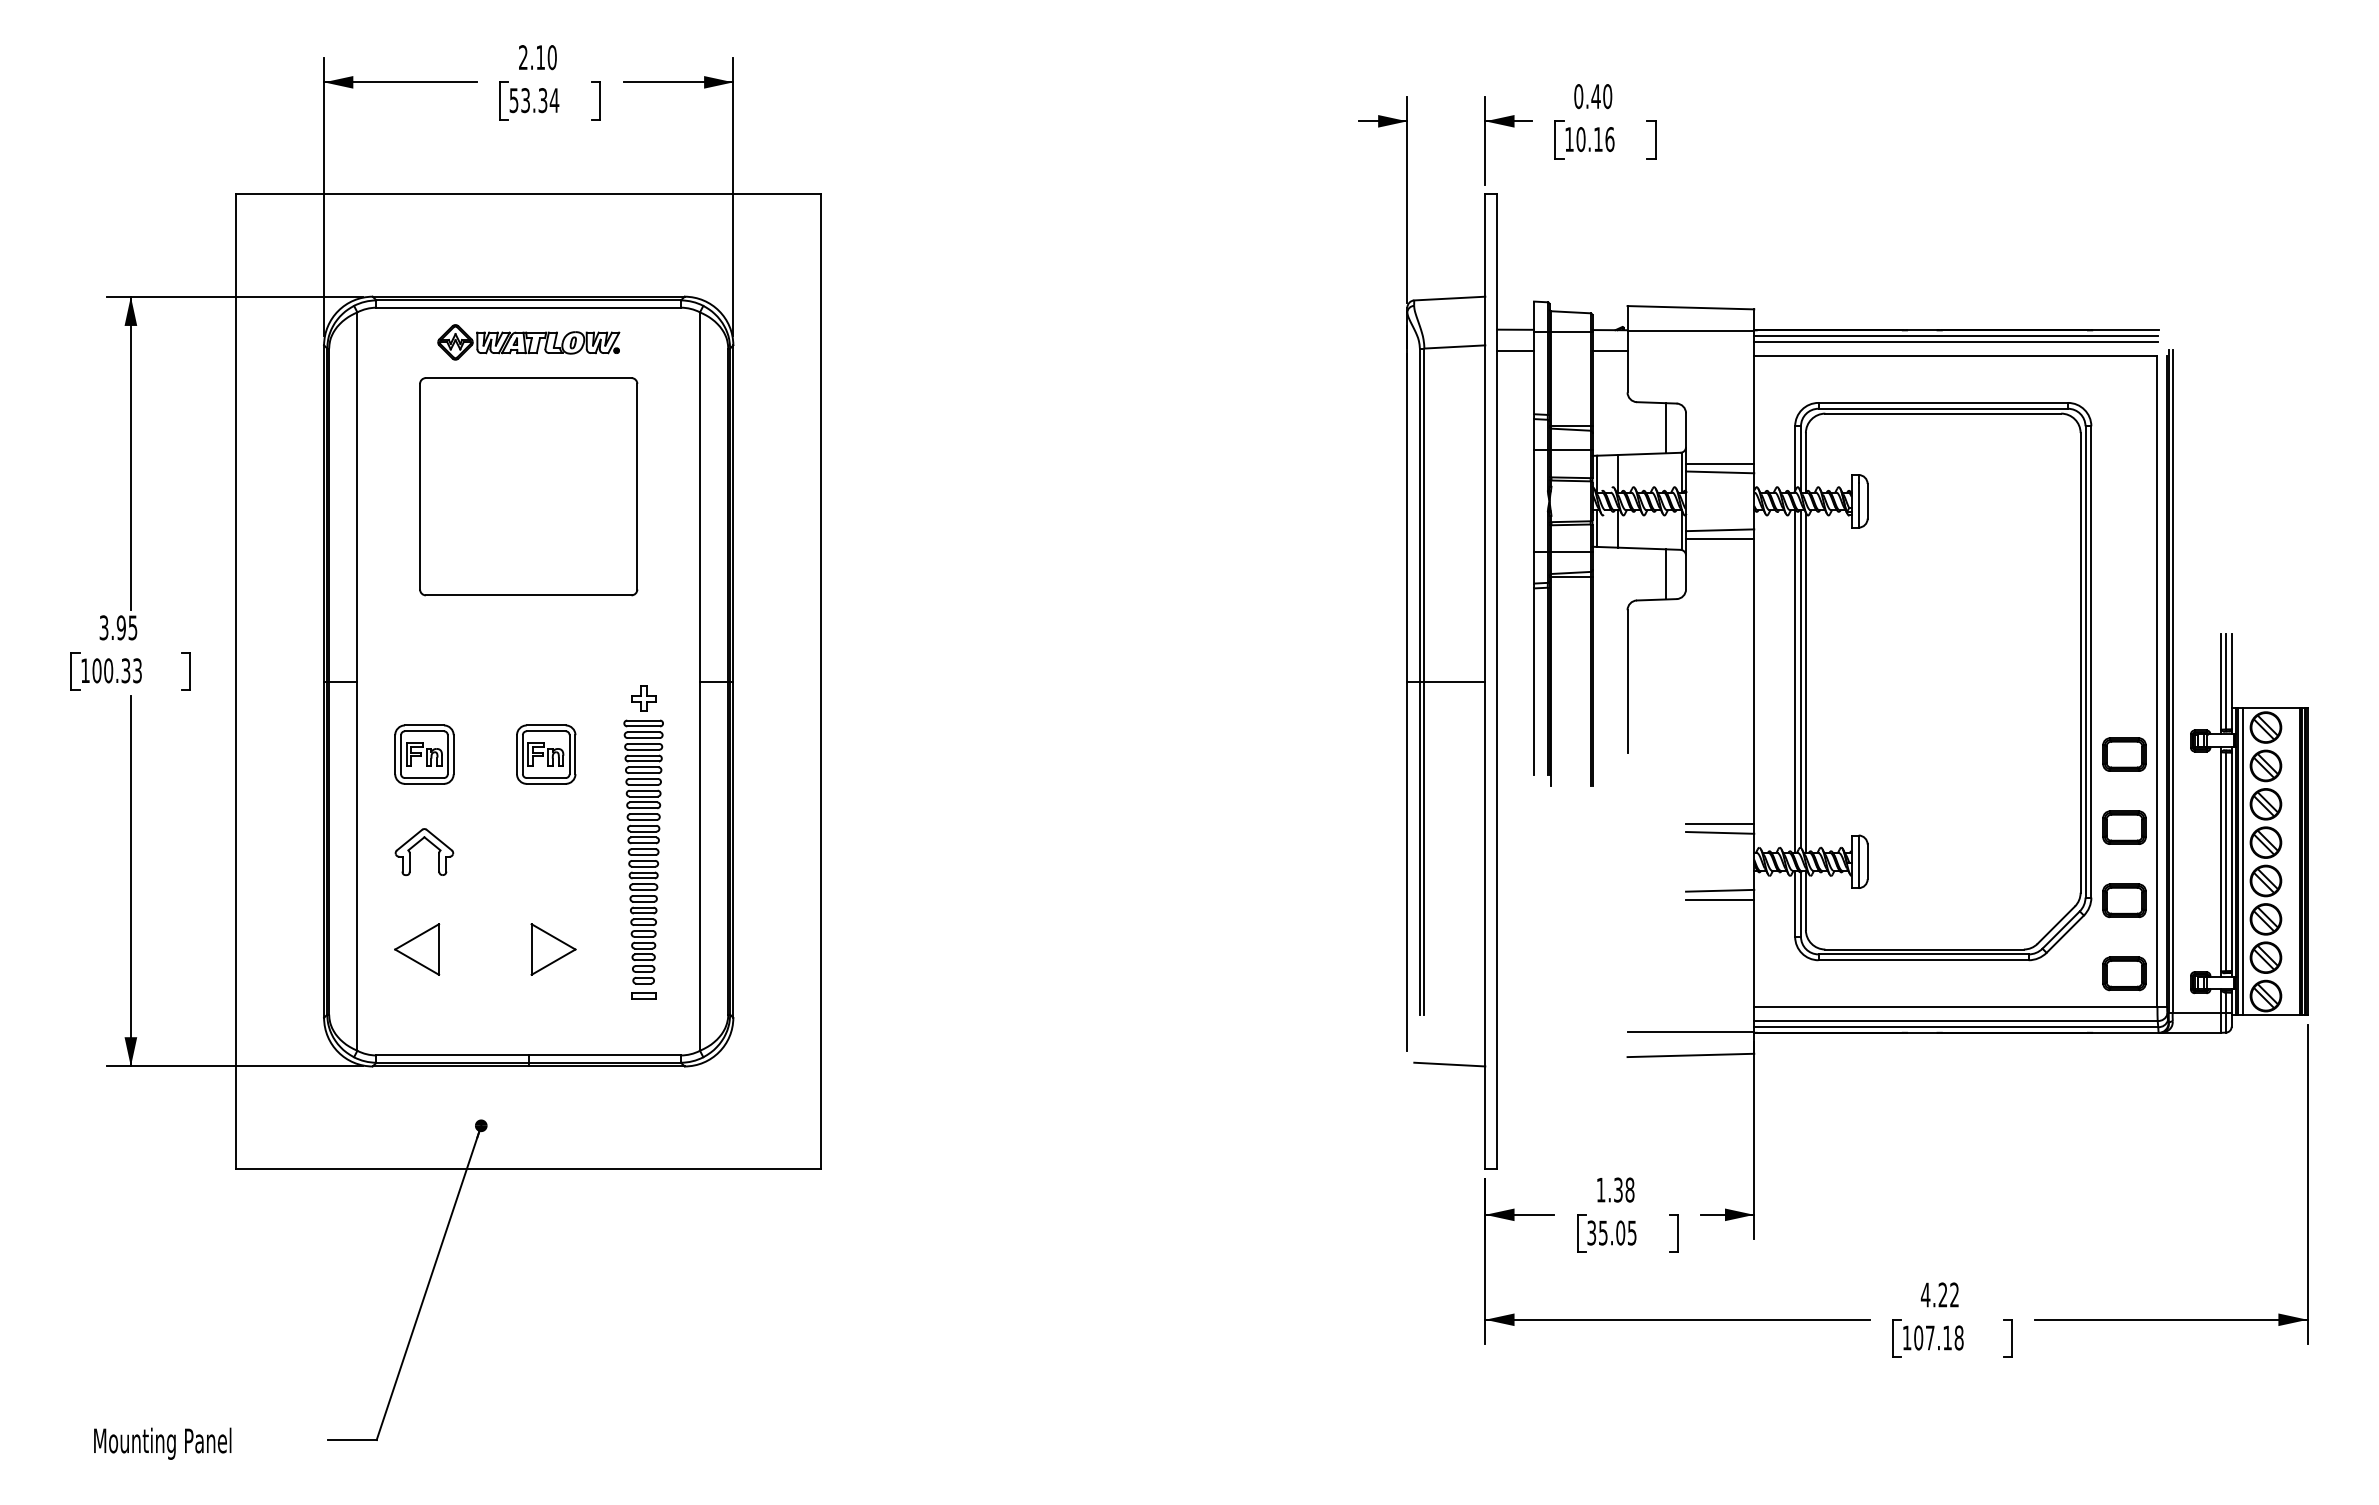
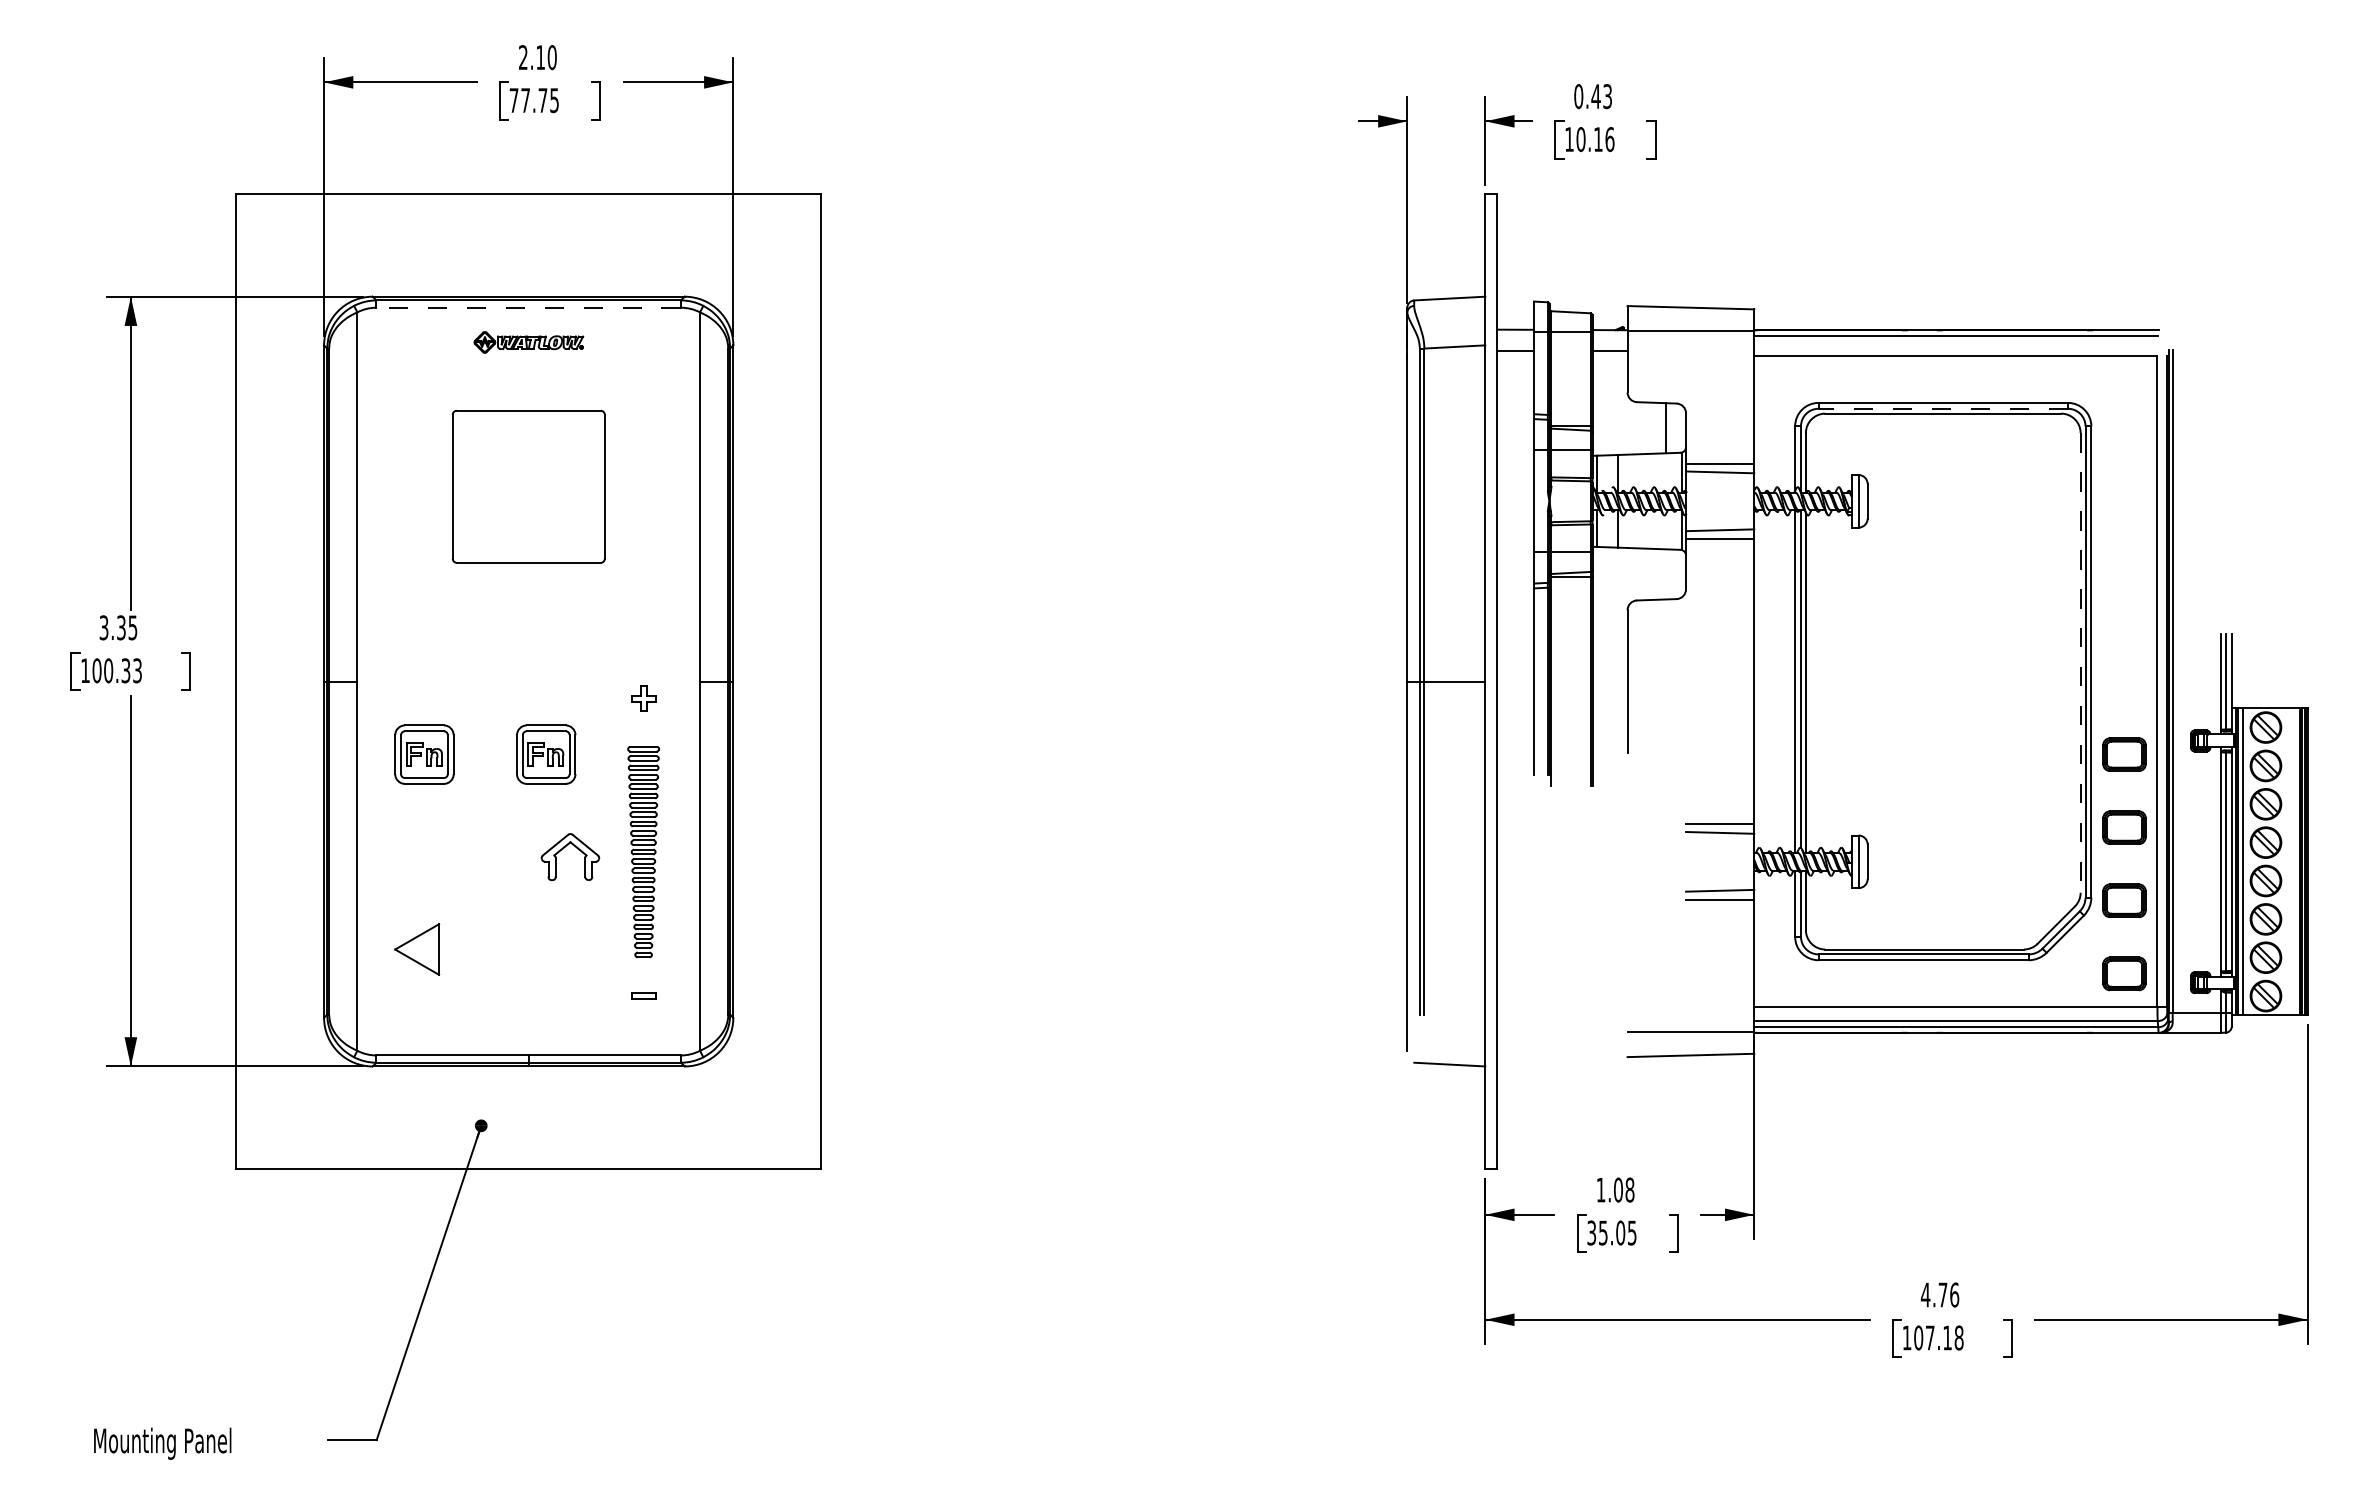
text at (1607, 96): 0.40 -> 0.43
text at (534, 100): 53.34 -> 77.75
line at (528, 307): solid -> dashed
part at (528, 342) size: 184x37 px -> 112x23 px
line at (1955, 342): present -> none
line at (1943, 408): solid -> dashed
part at (528, 486) size: 220x220 px -> 155x155 px
line at (1665, 574): present -> none
text at (120, 627): 3.95 -> 3.35
line at (2080, 662): solid -> dashed
part at (417, 844) position: (417, 844) -> (563, 849)
part at (643, 851) size: 41x266 px -> 33x213 px
part at (553, 949): present -> none
text at (1618, 1189): 1.38 -> 1.08
text at (1948, 1294): 4.22 -> 4.76
